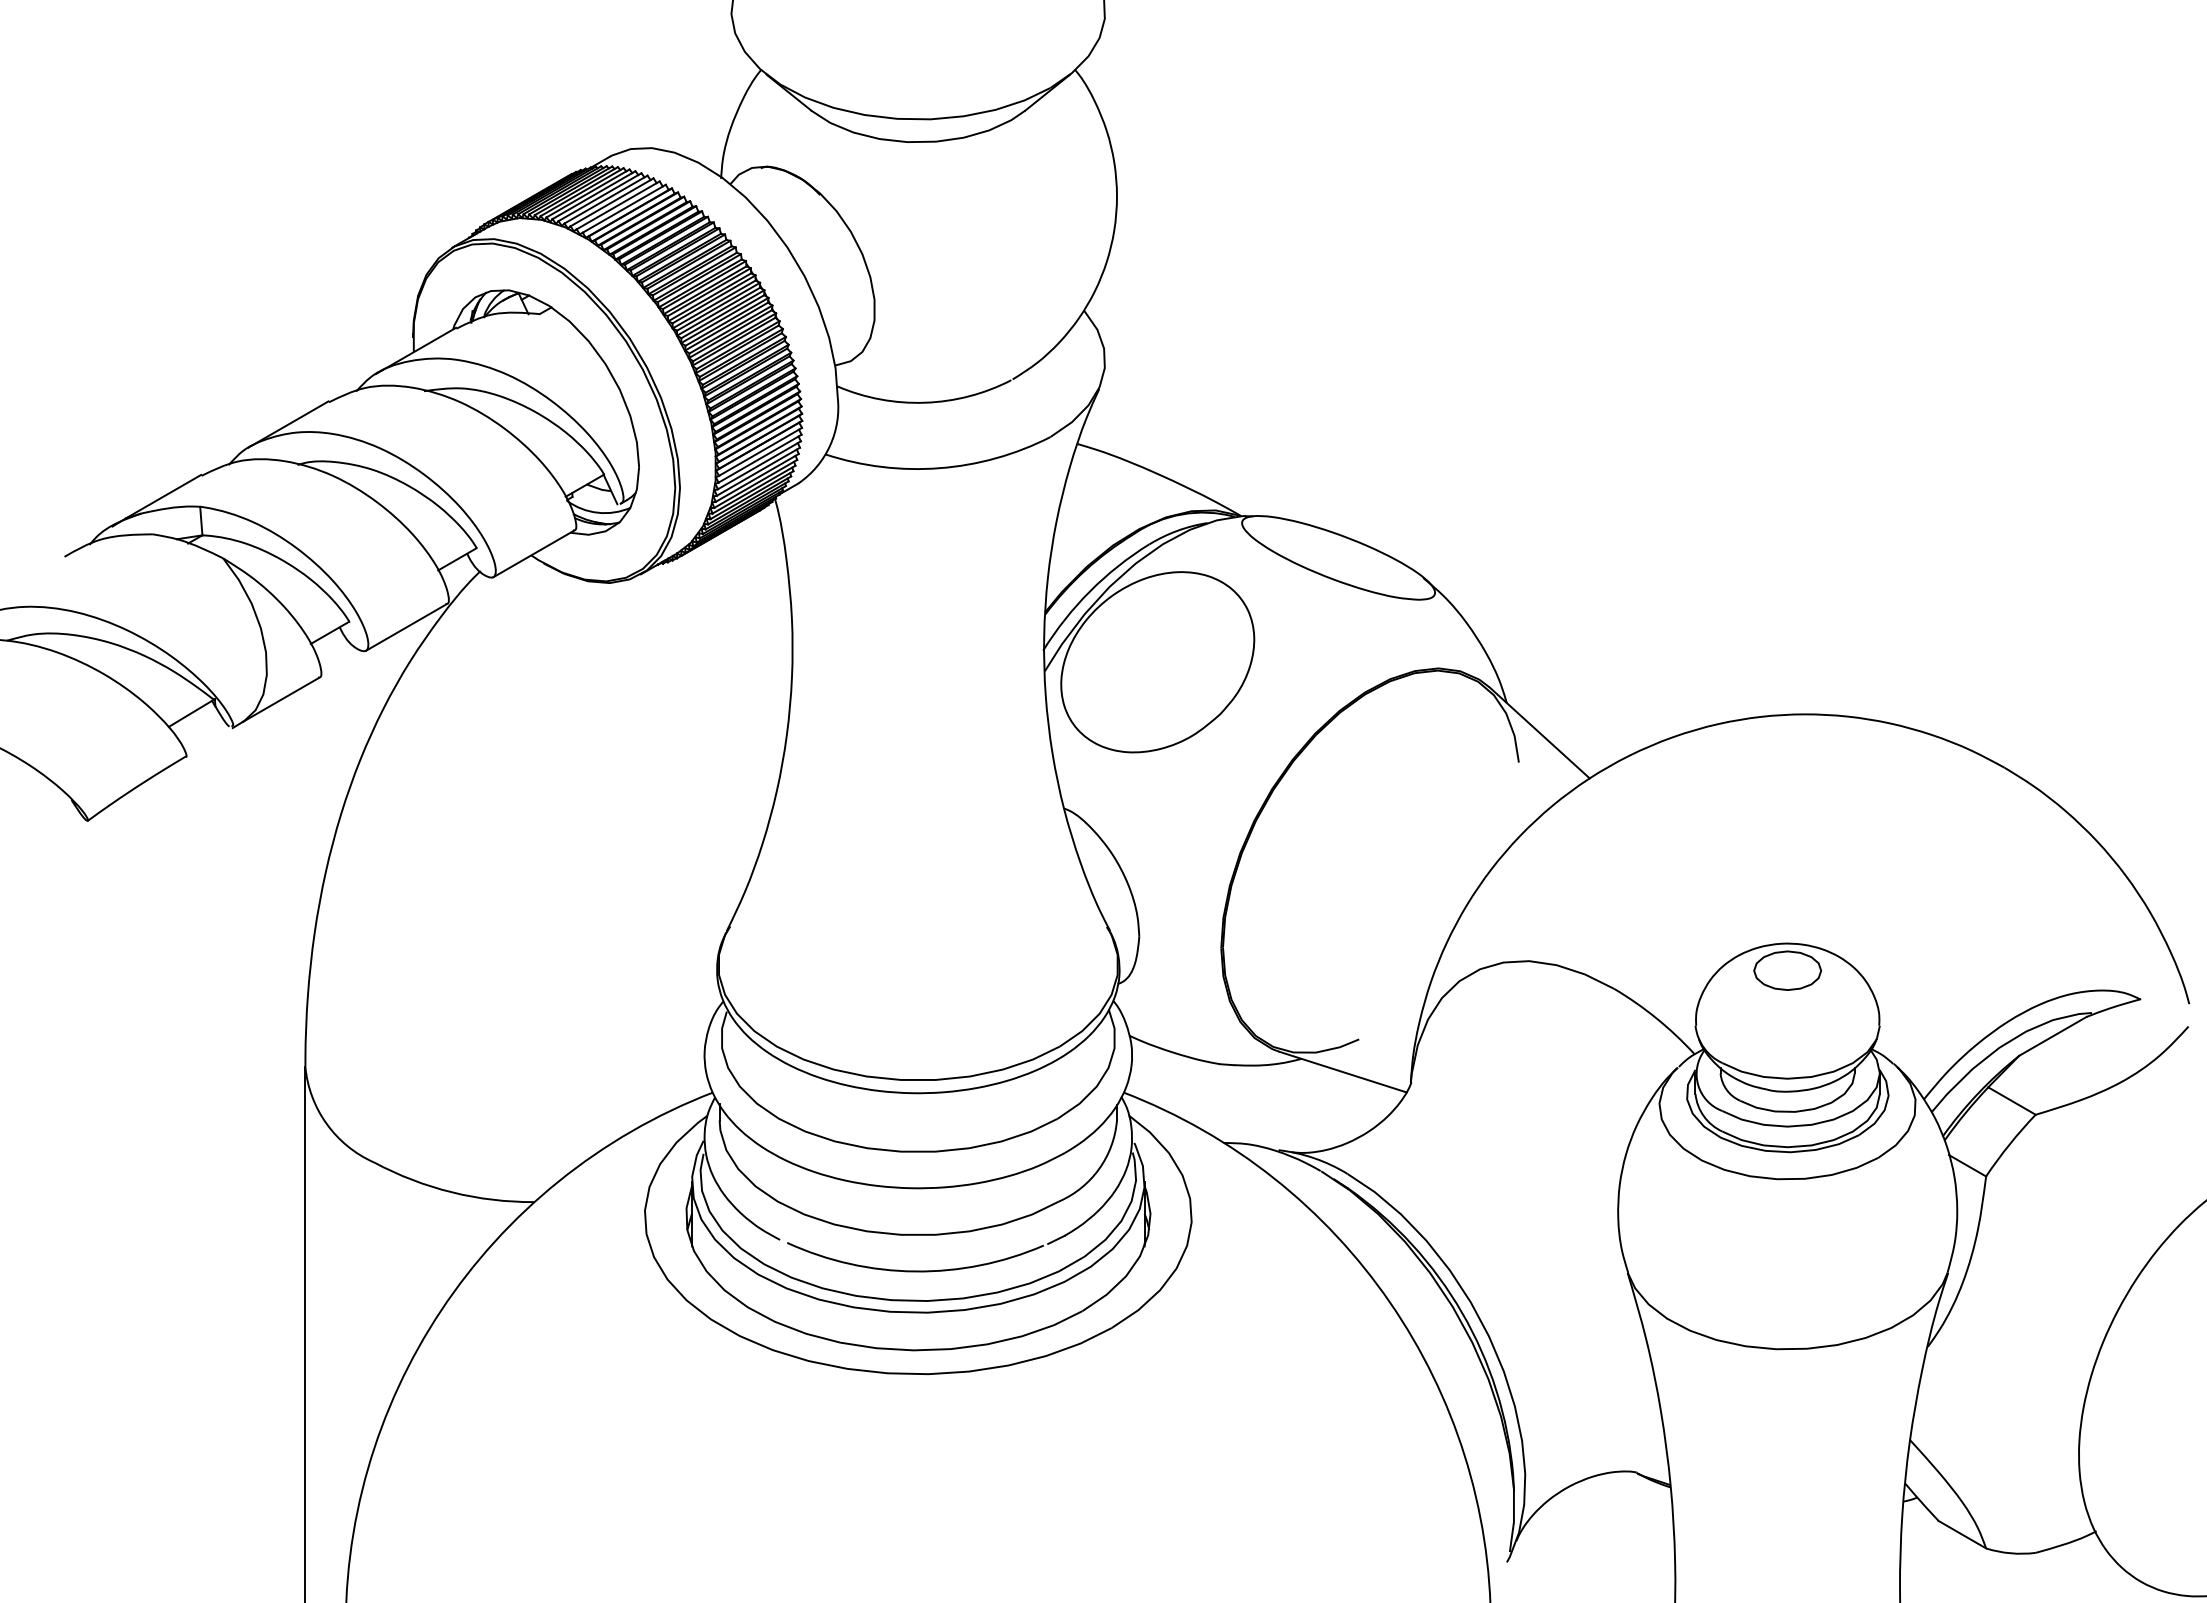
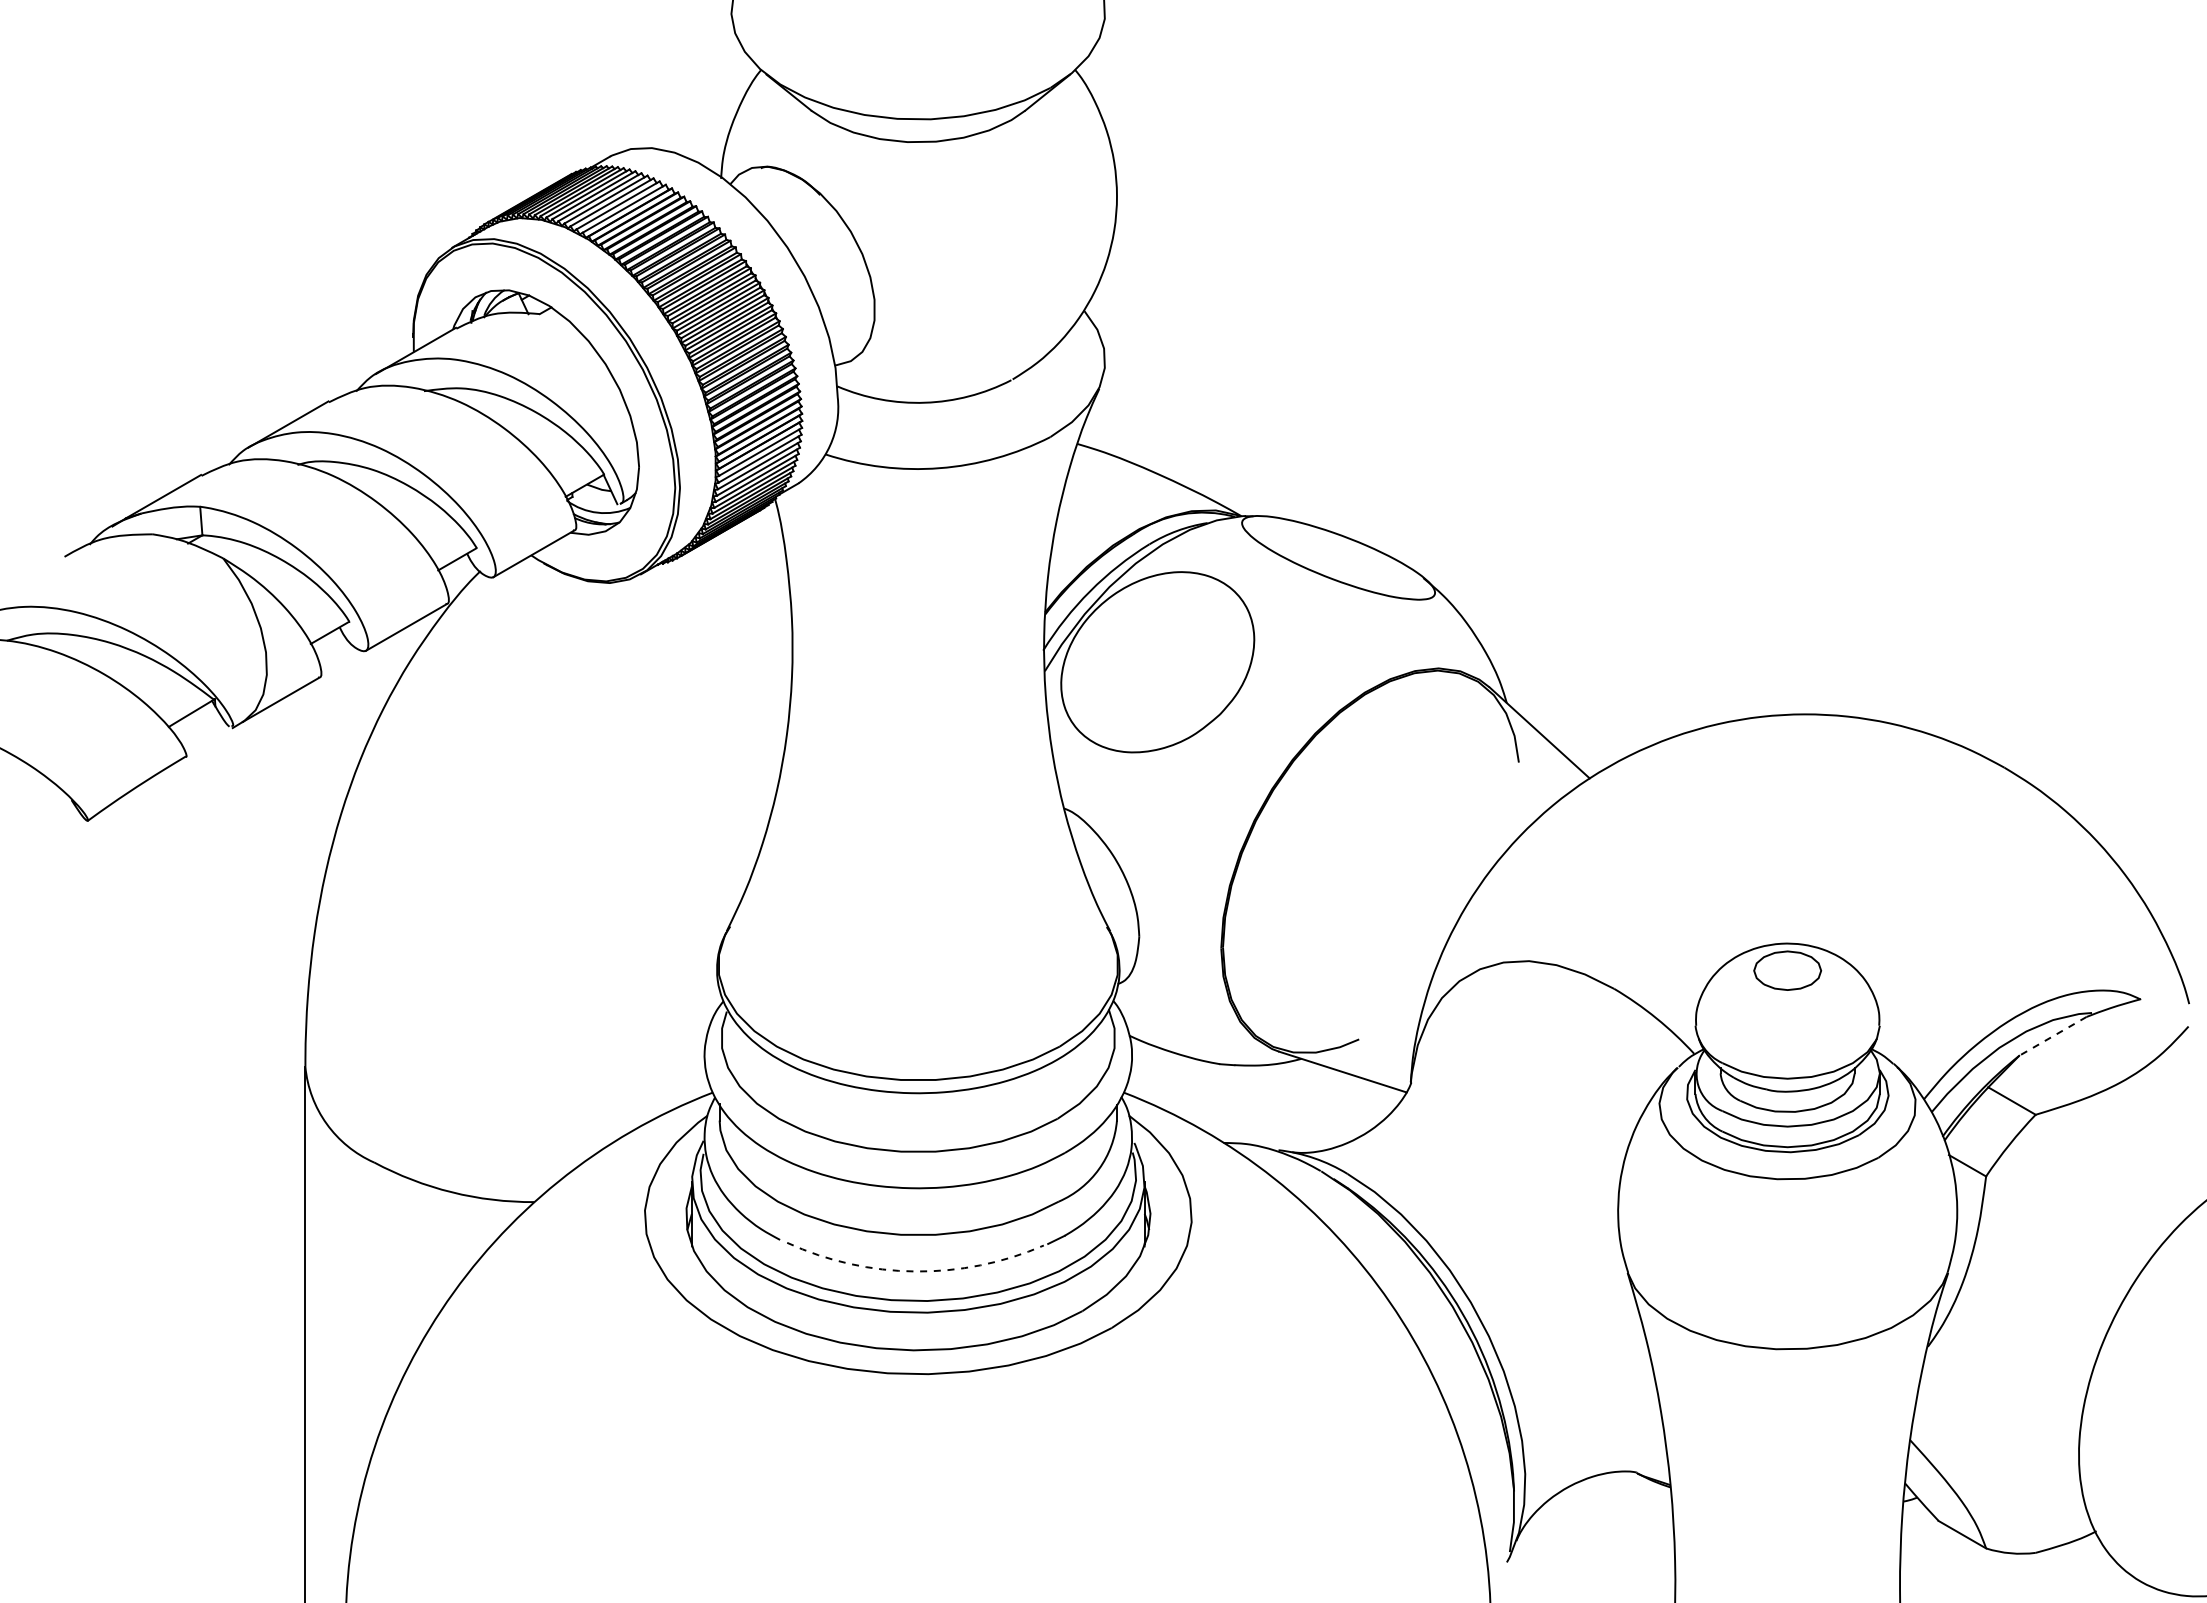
line at (2052, 1036): solid -> dashed
arc at (915, 1271): solid -> dashed
